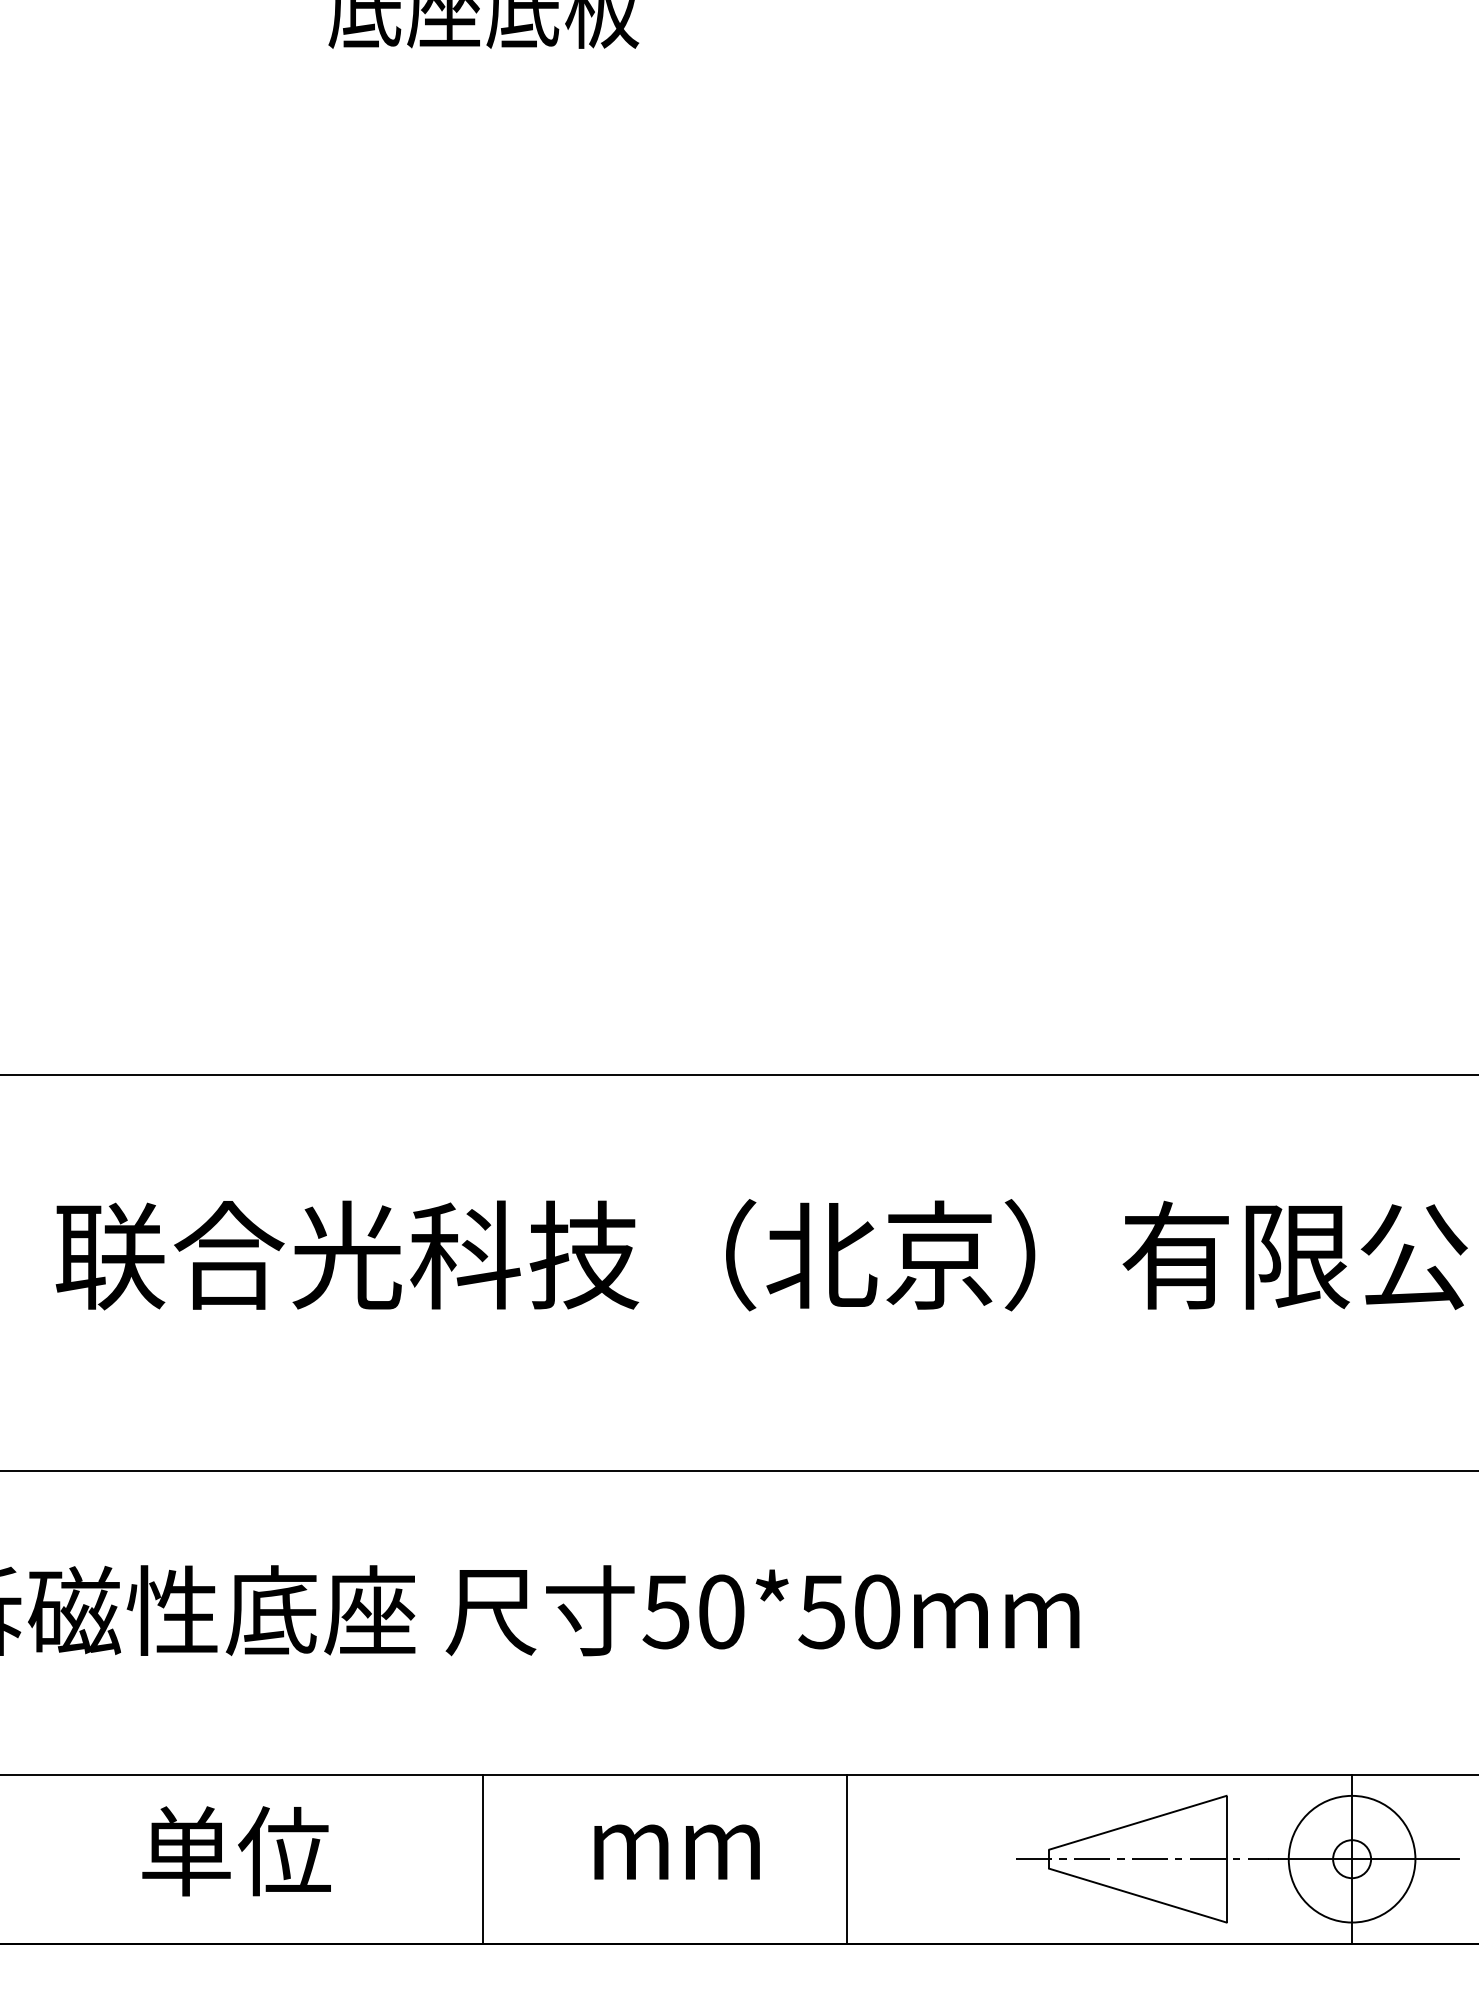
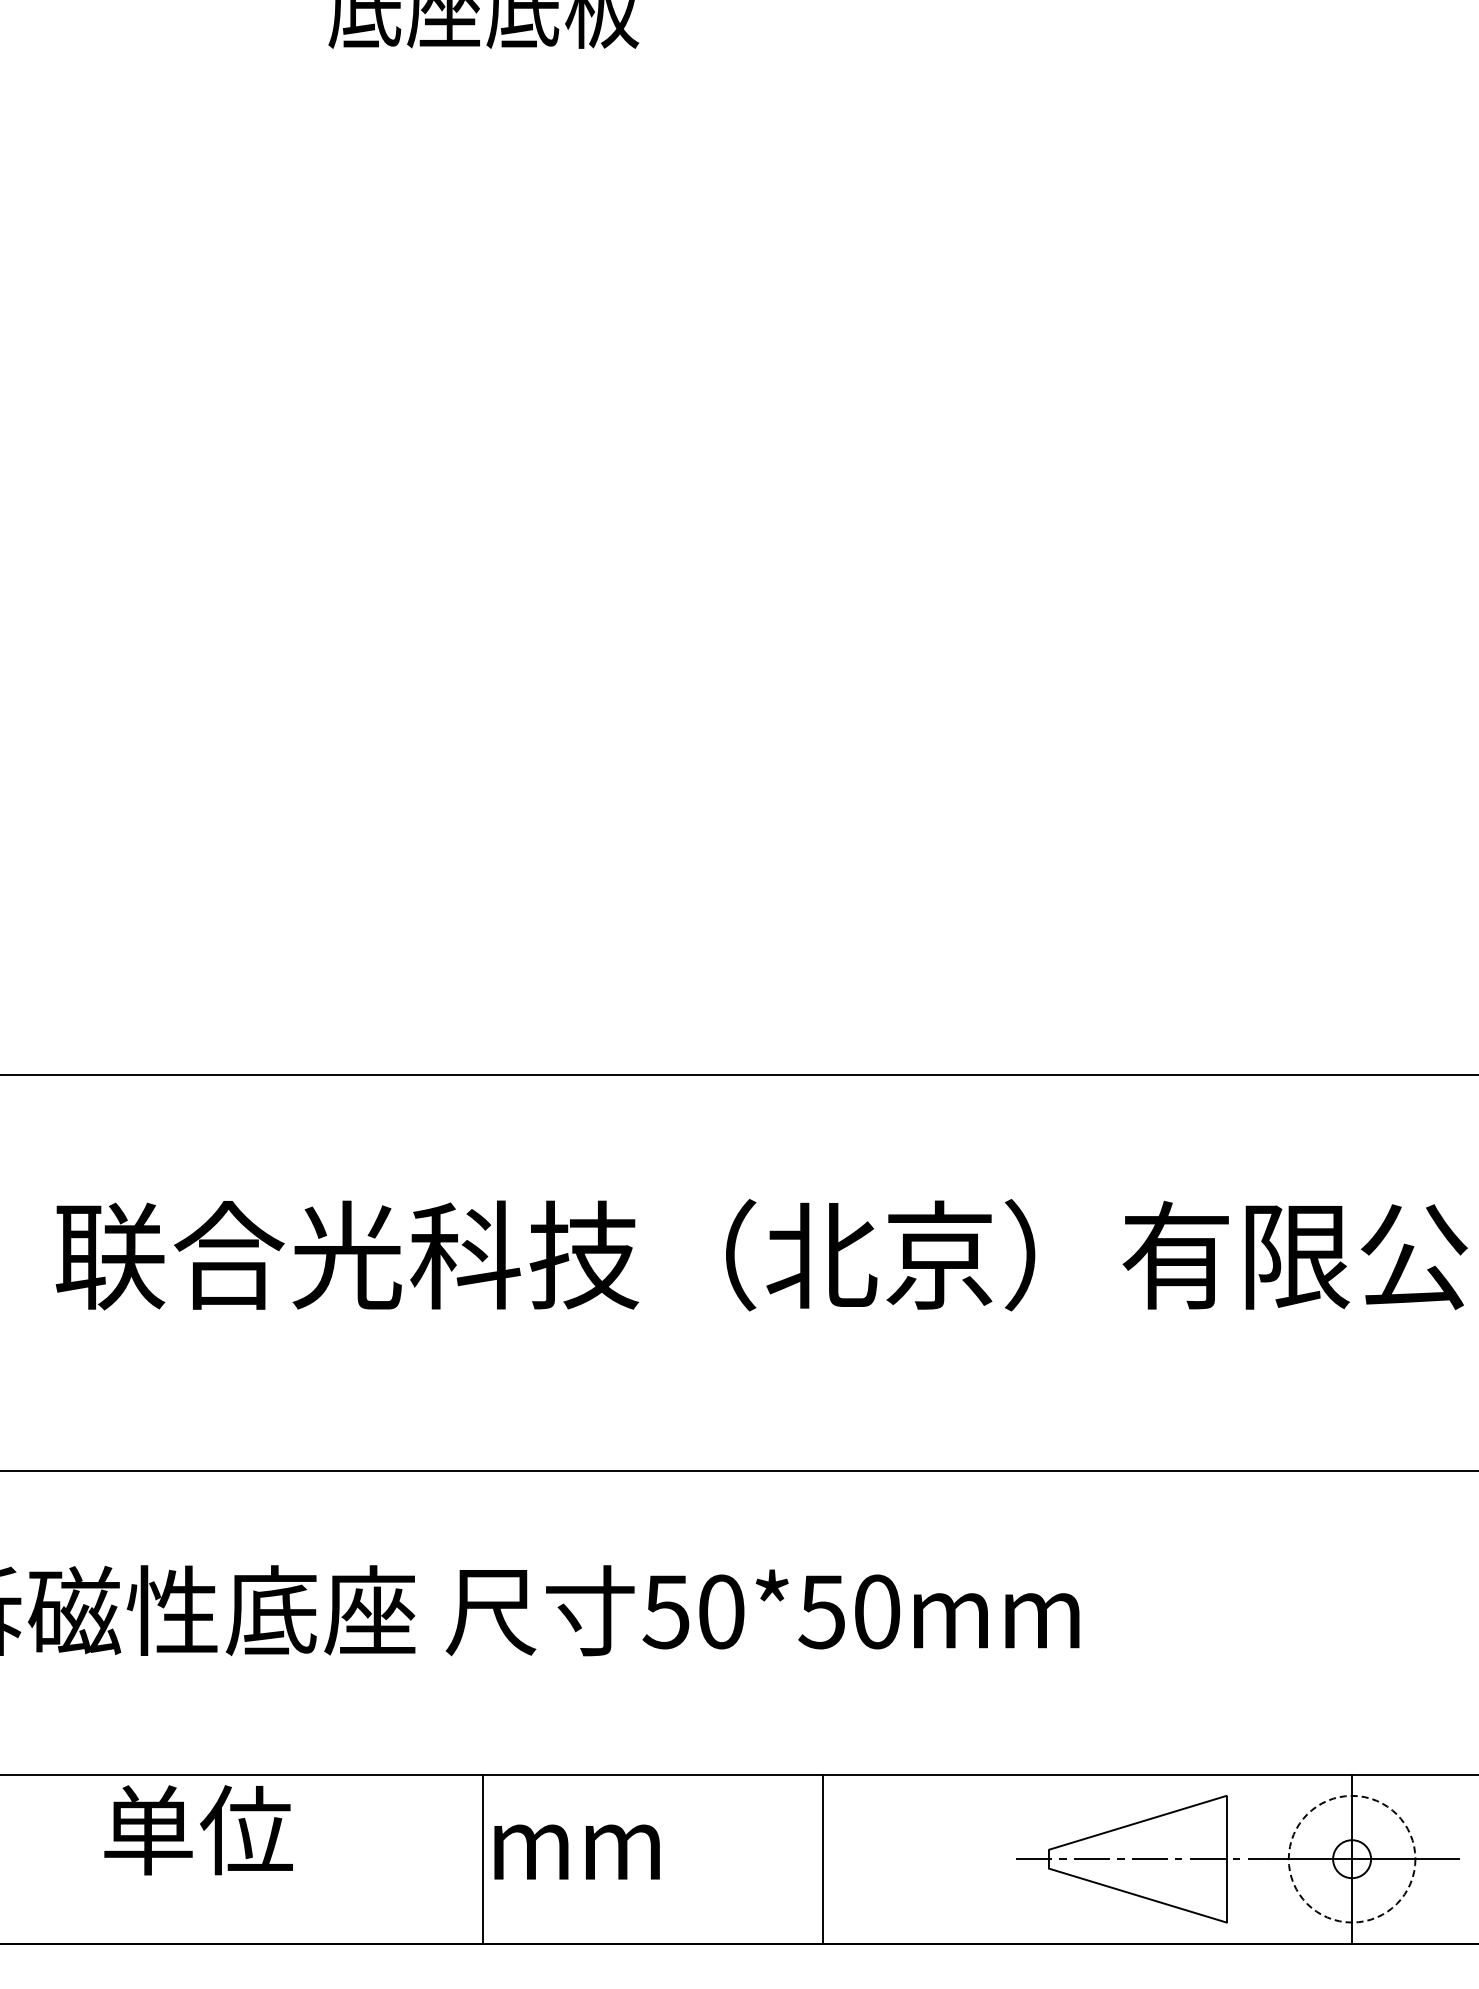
text at (236, 1851) position: (236, 1851) -> (198, 1830)
text at (676, 1851) position: (676, 1851) -> (576, 1851)
line at (846, 1858) position: (846, 1858) -> (822, 1858)
circle at (1351, 1858): solid -> dashed
